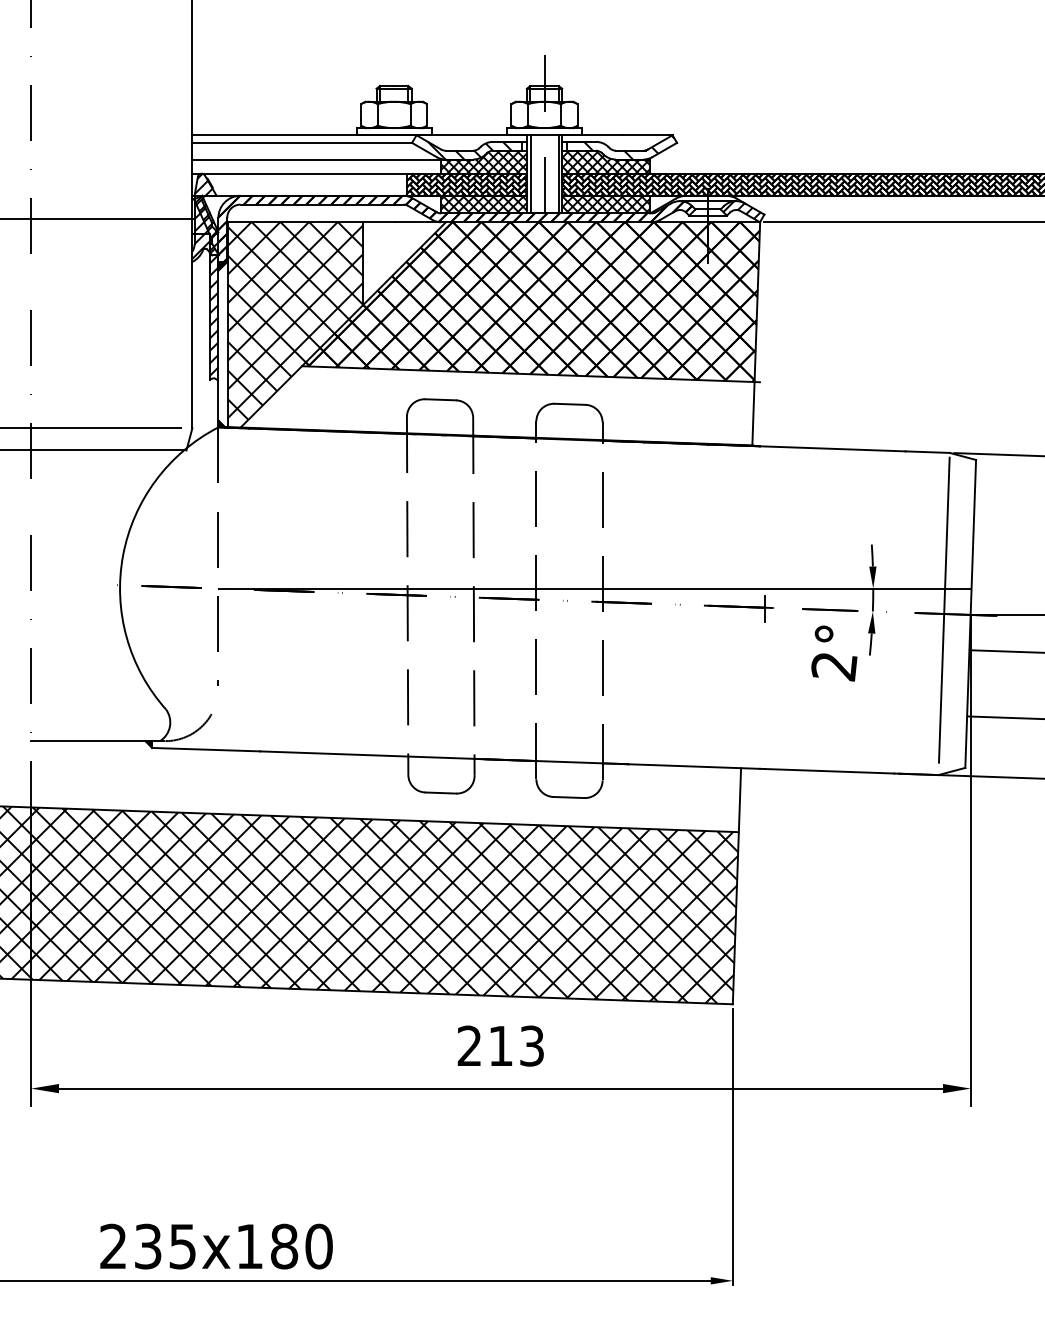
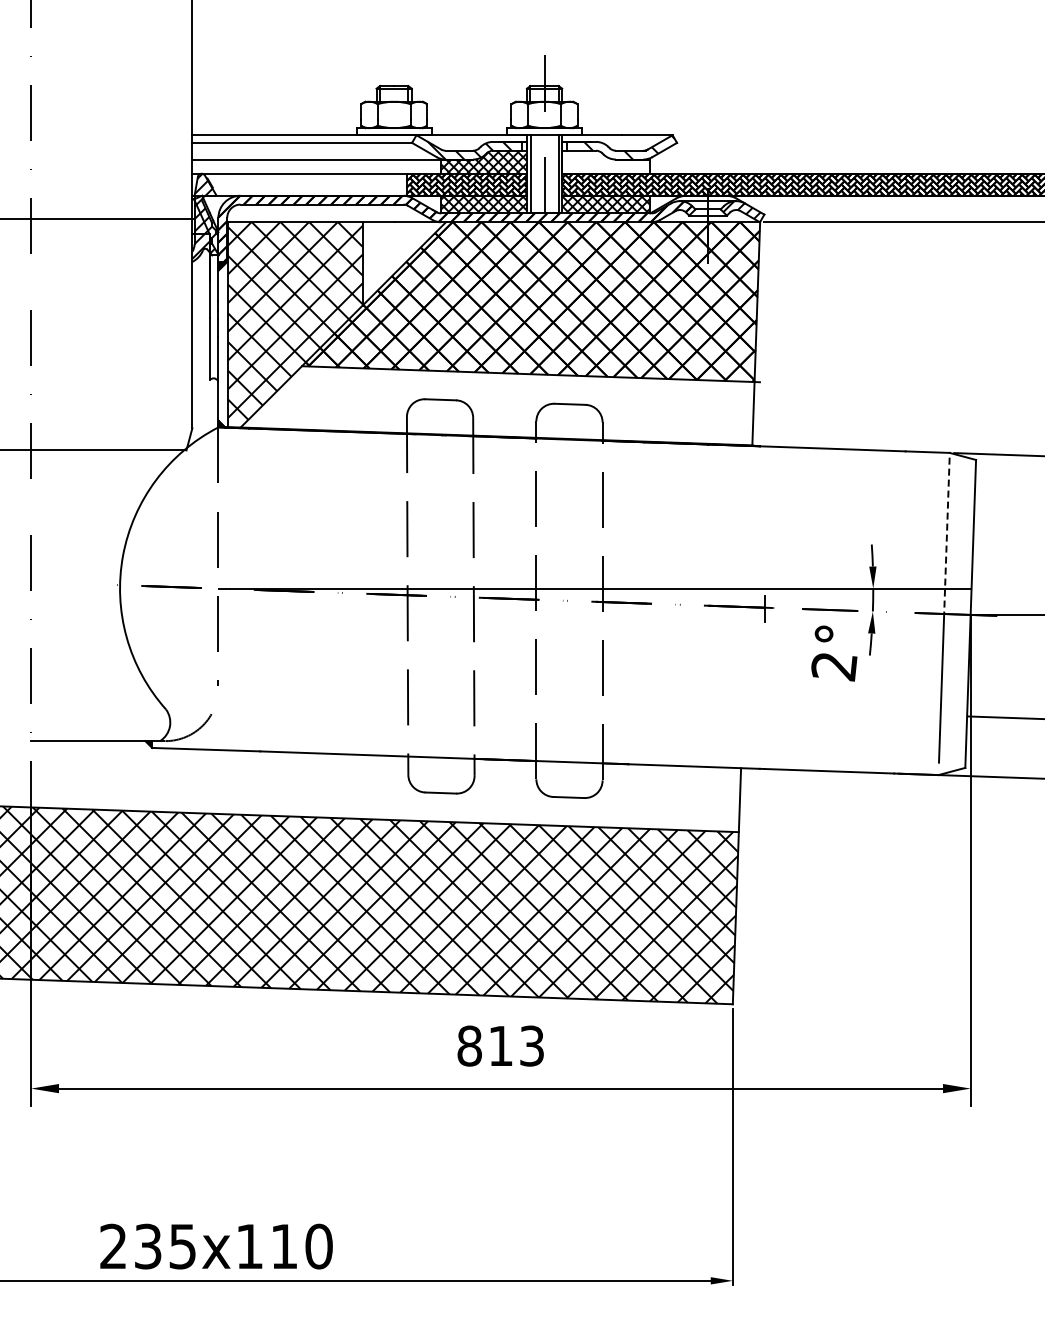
hatch at (606, 161): present -> none
hatch at (206, 286): present -> none
line at (91, 428): present -> none
line at (946, 536): solid -> dashed
line at (1005, 651): present -> none
text at (469, 1045): 213 -> 813
text at (284, 1246): 235x180 -> 235x110
